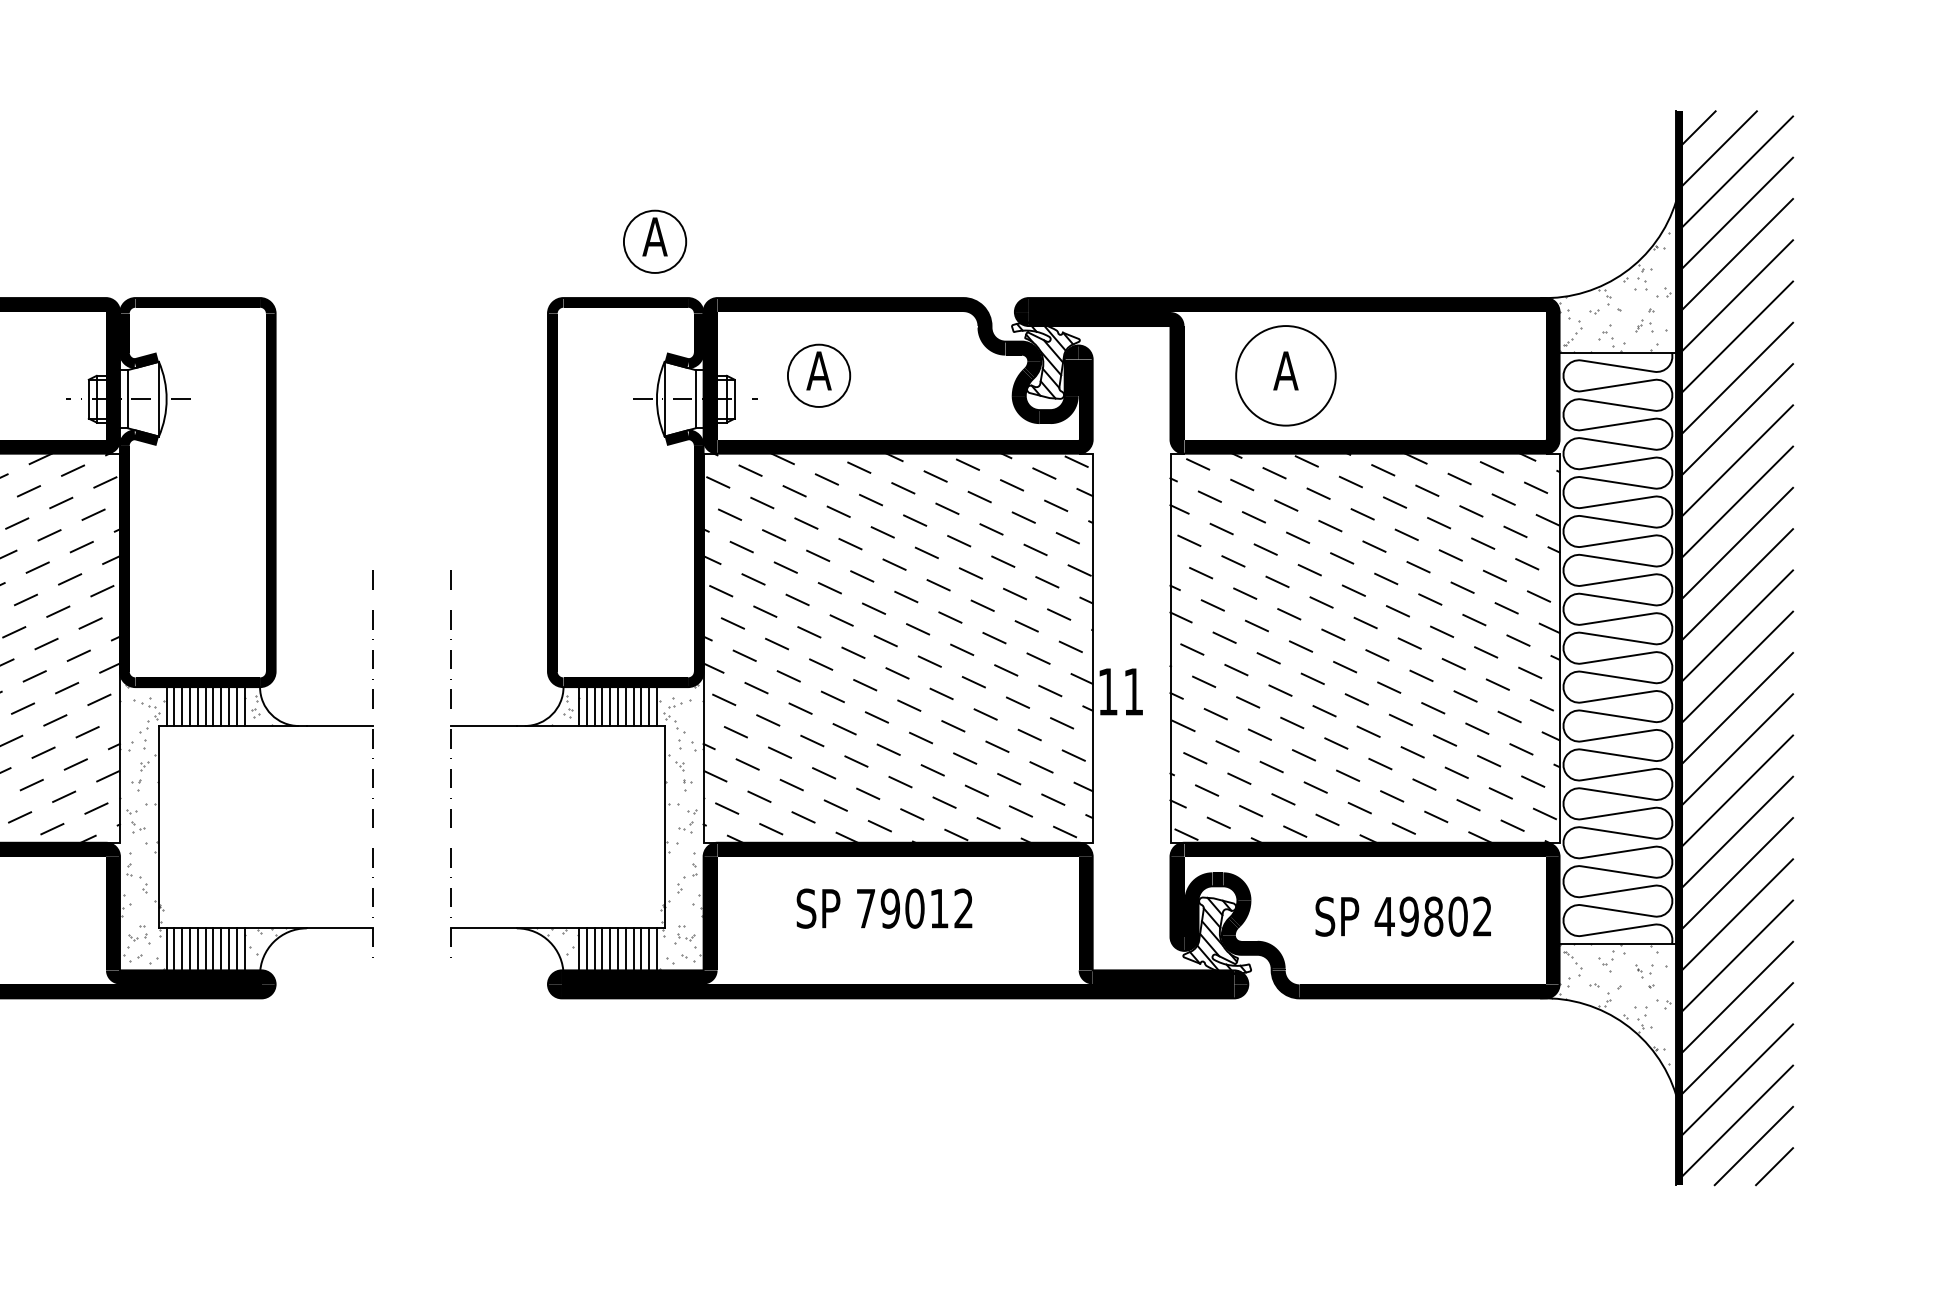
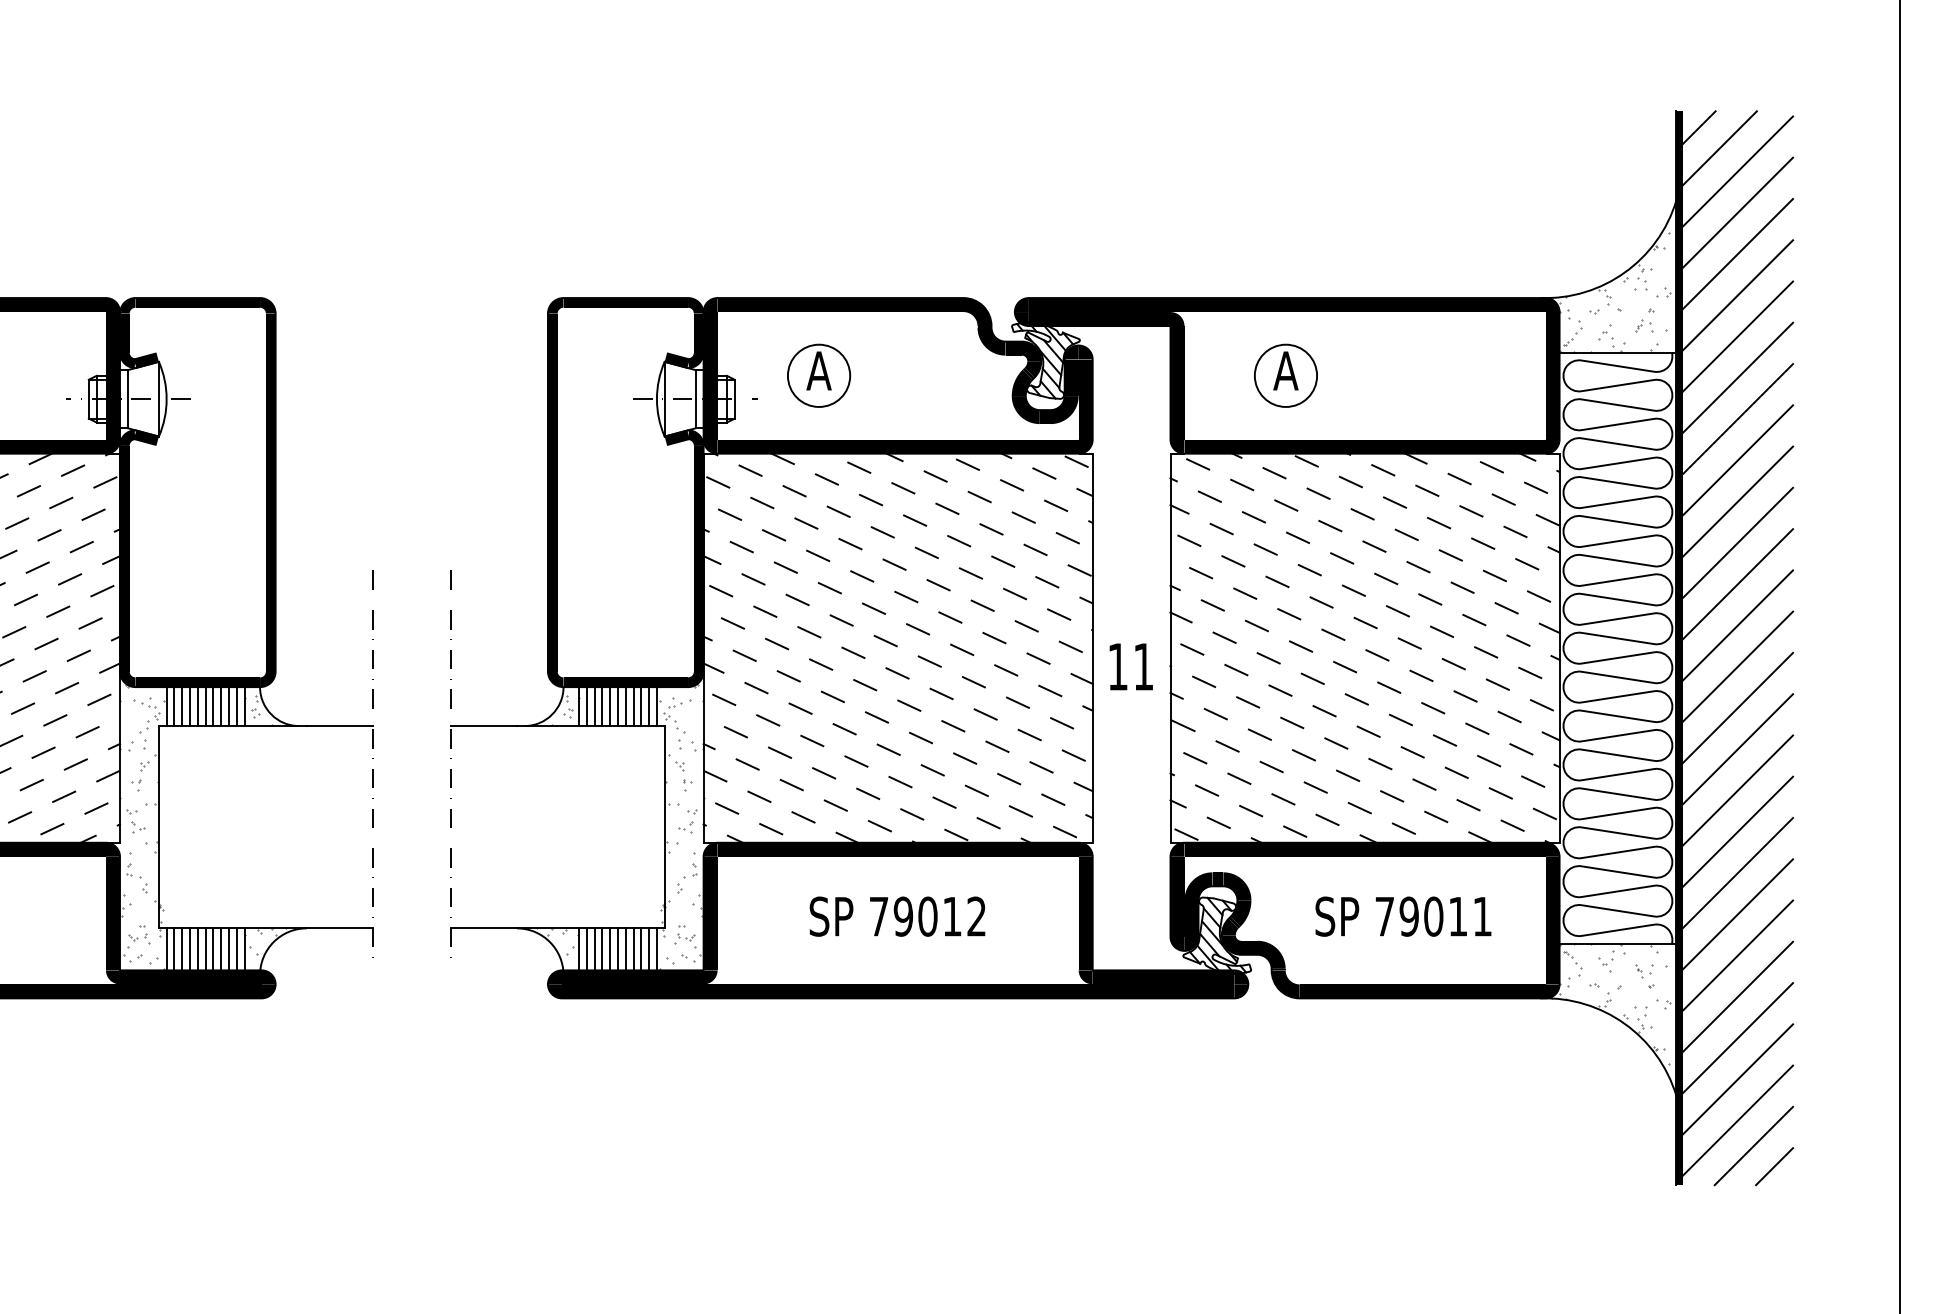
part at (655, 241): present -> none
circle at (1285, 375) diameter: 100 px -> 62 px
line at (1900, 656): none -> present
text at (1120, 691) position: (1120, 691) -> (1130, 666)
text at (884, 908) position: (884, 908) -> (897, 916)
text at (1432, 916): 49802 -> 79011
